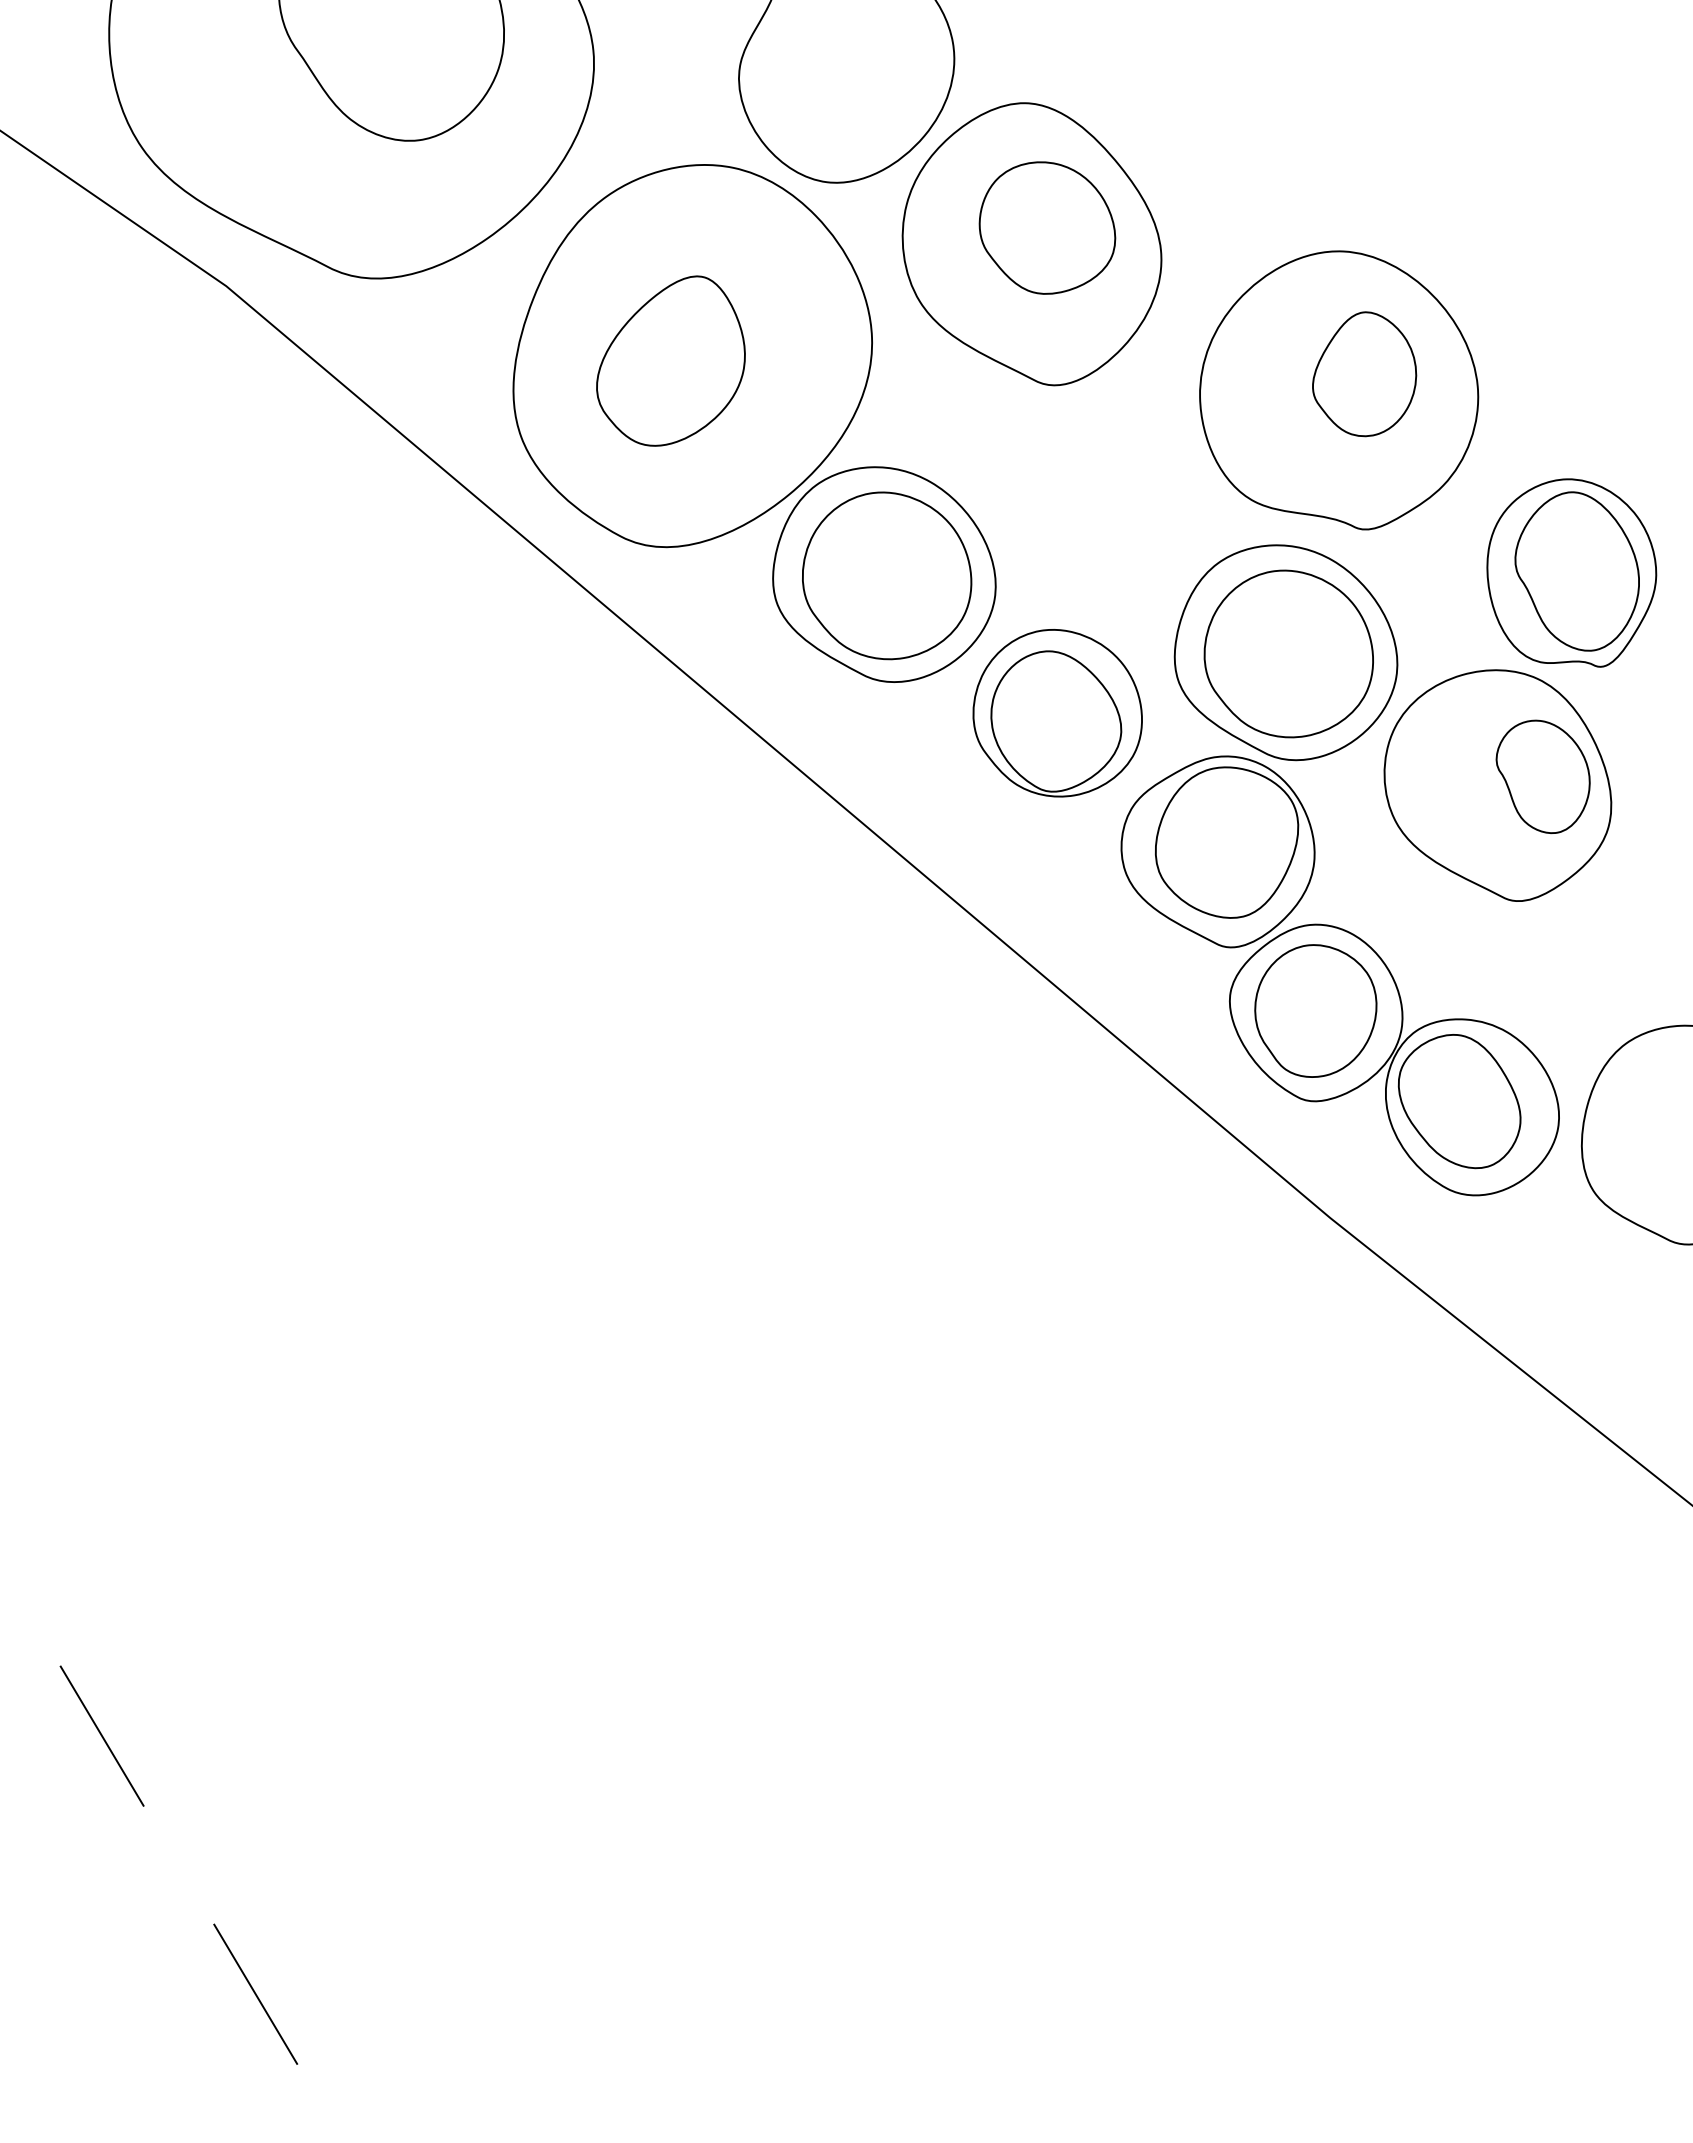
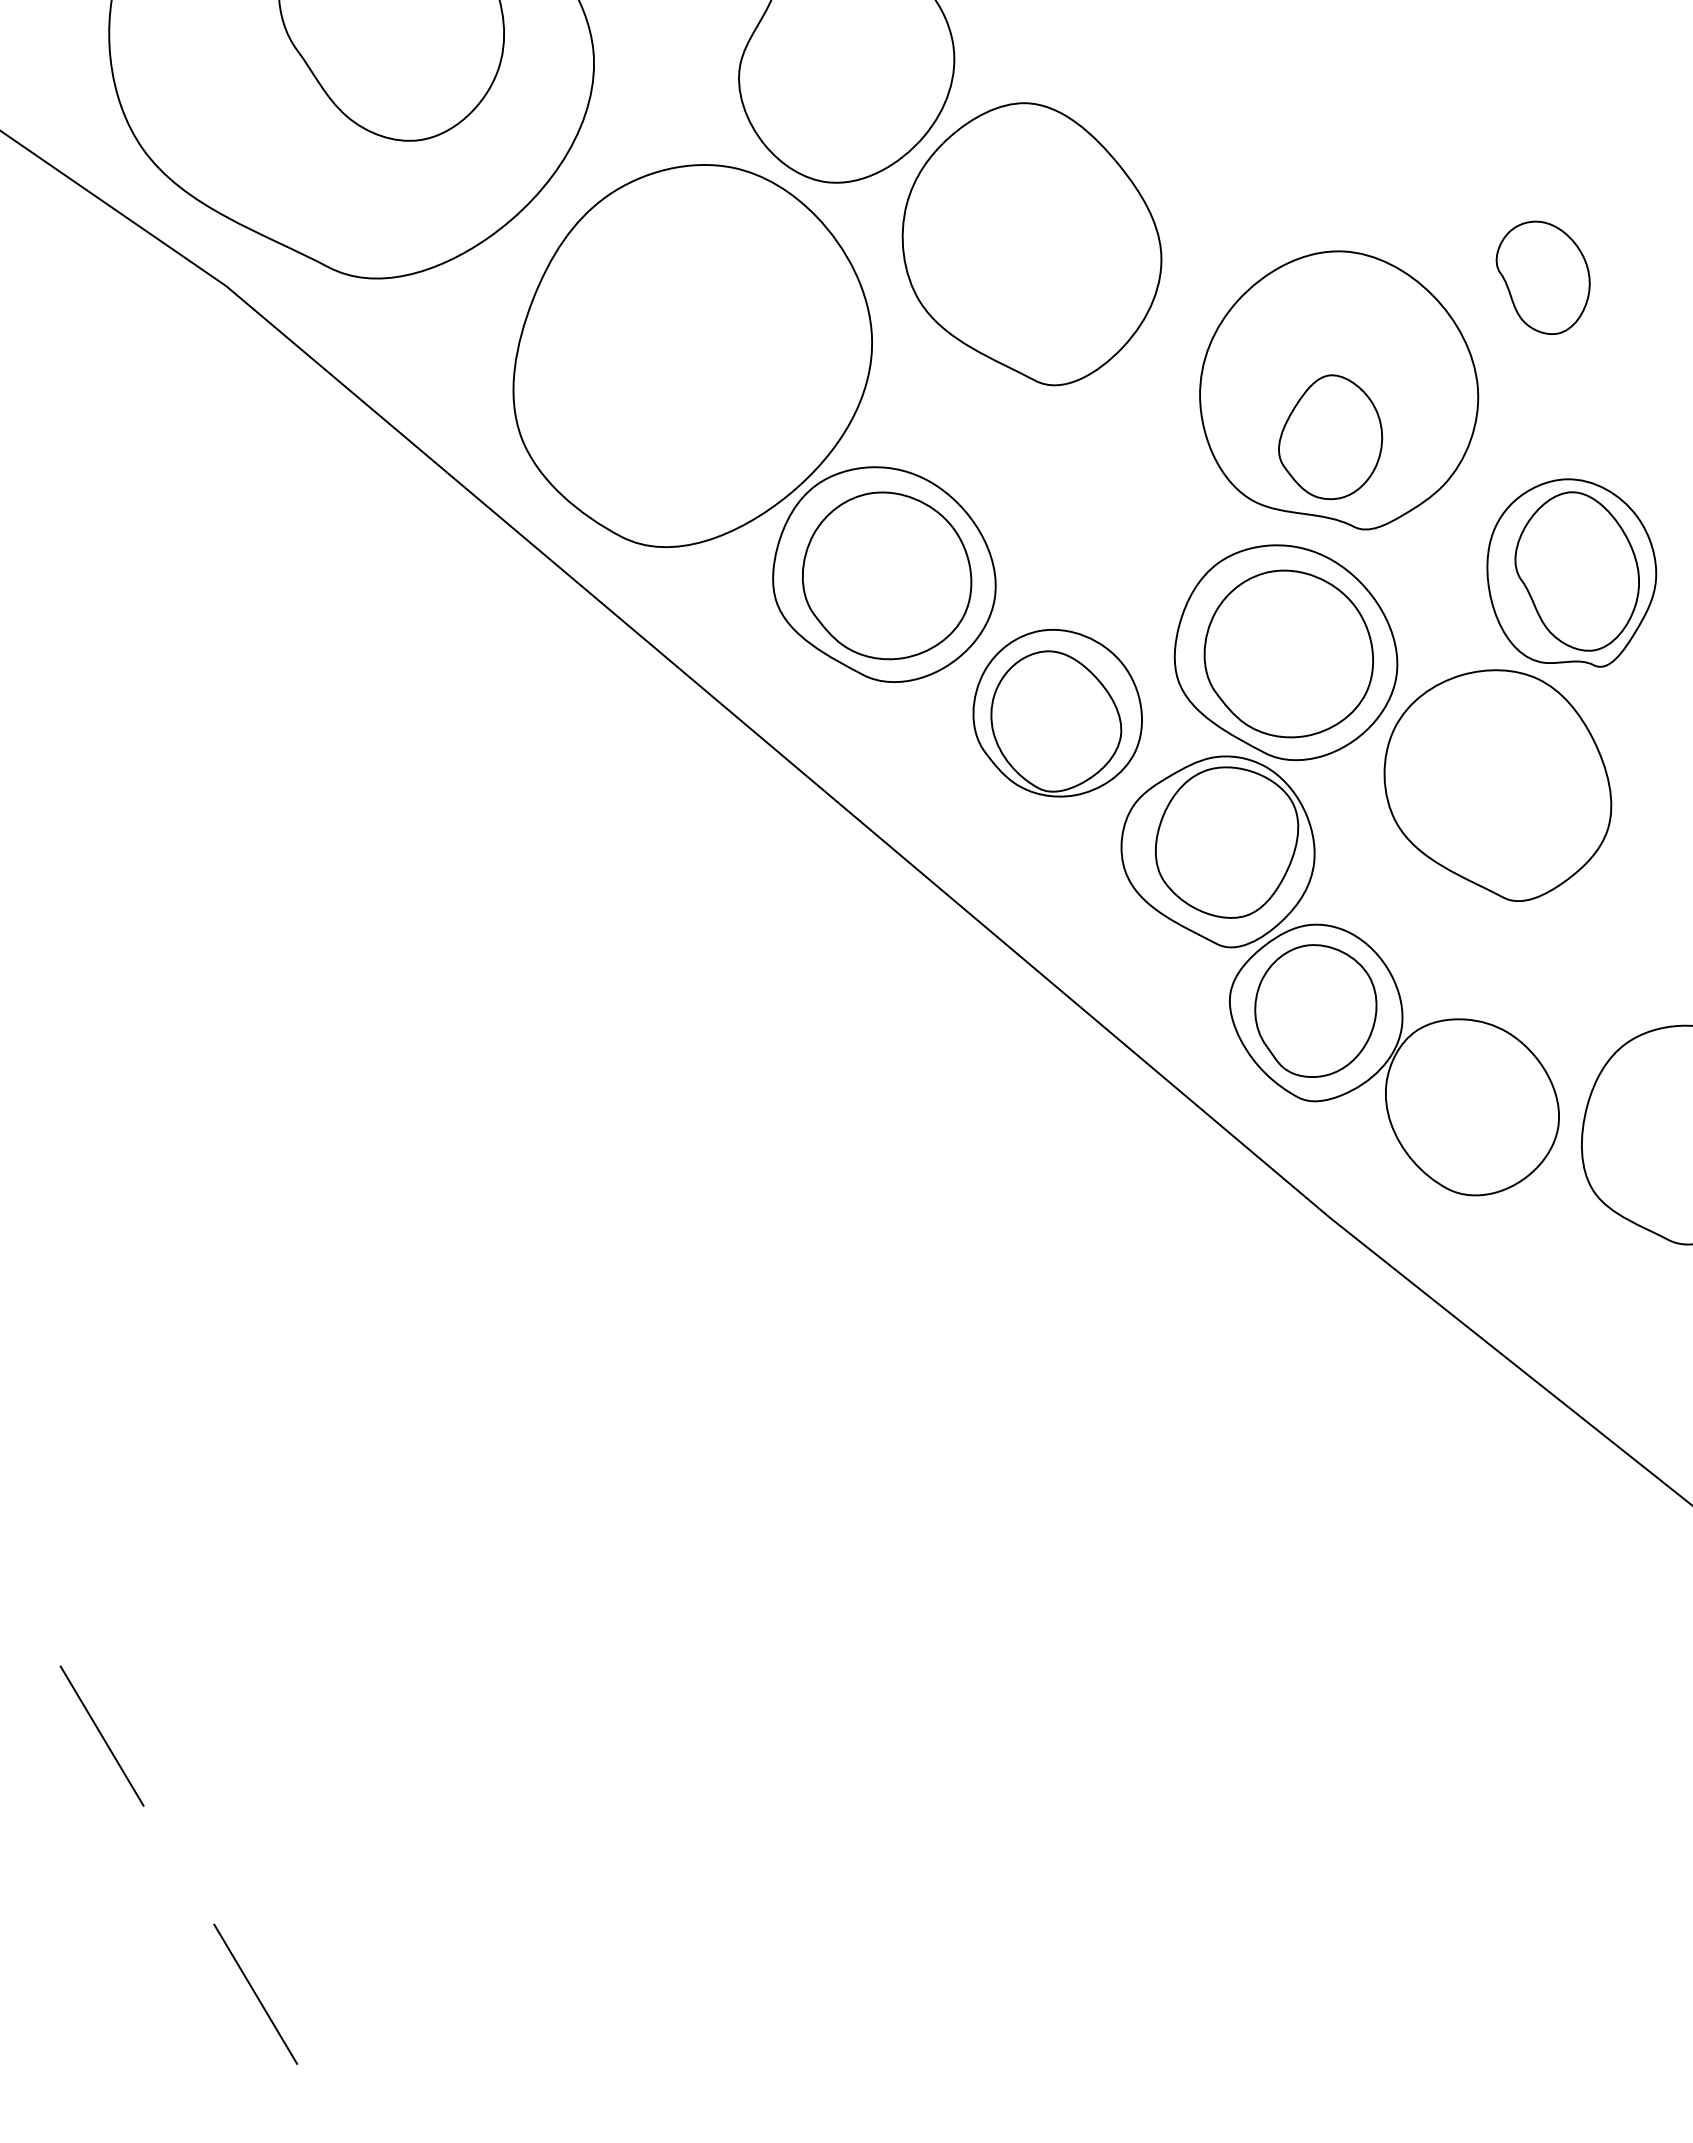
part at (1047, 227): present -> none
part at (670, 360): present -> none
part at (1364, 374) position: (1364, 374) -> (1330, 437)
part at (1542, 776) position: (1542, 776) -> (1542, 277)
part at (1459, 1101): present -> none
